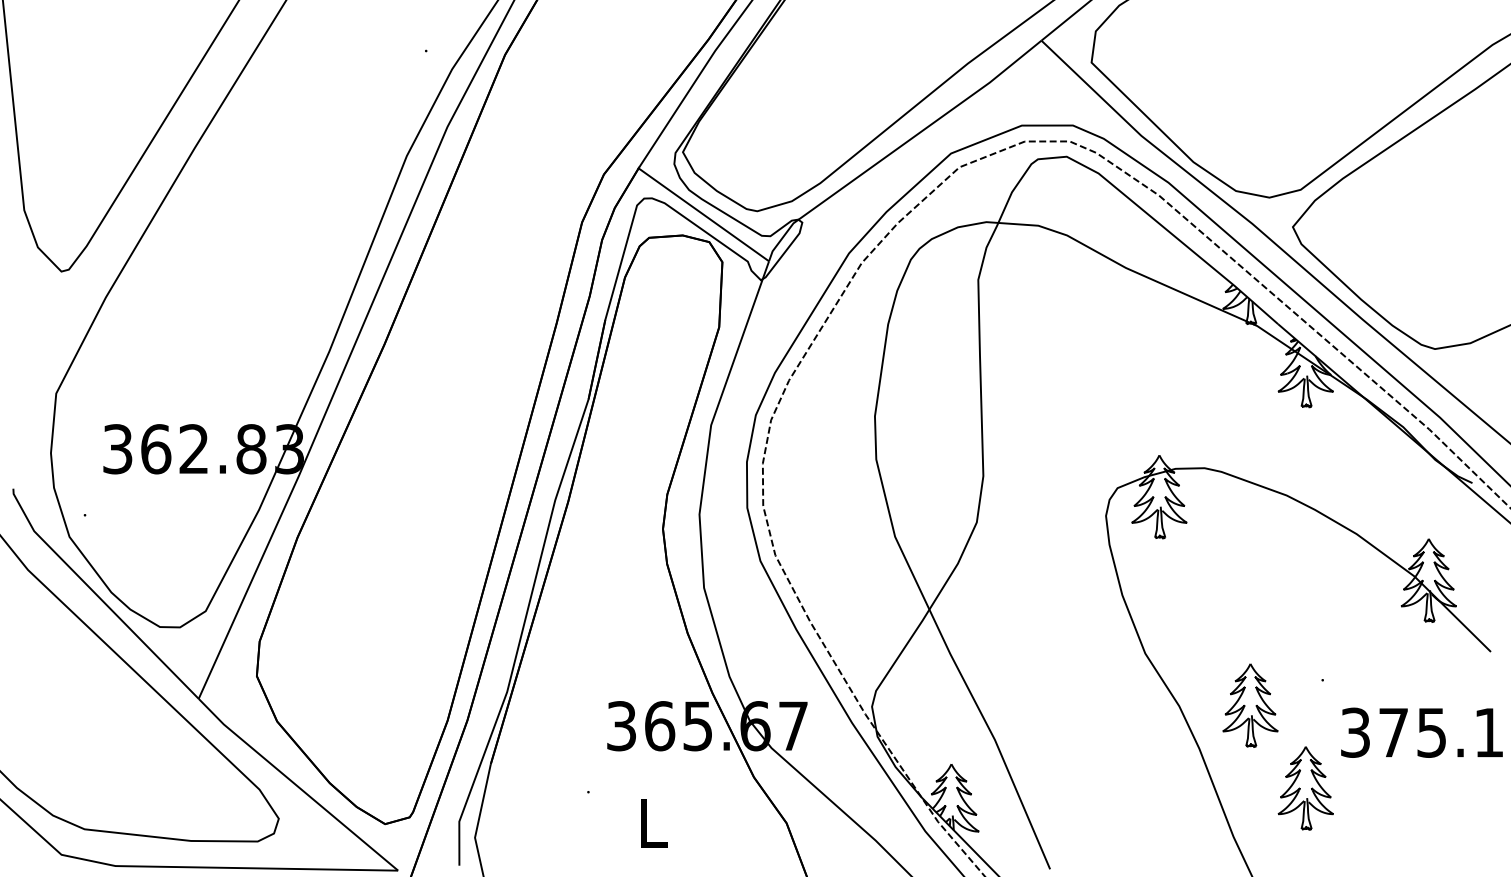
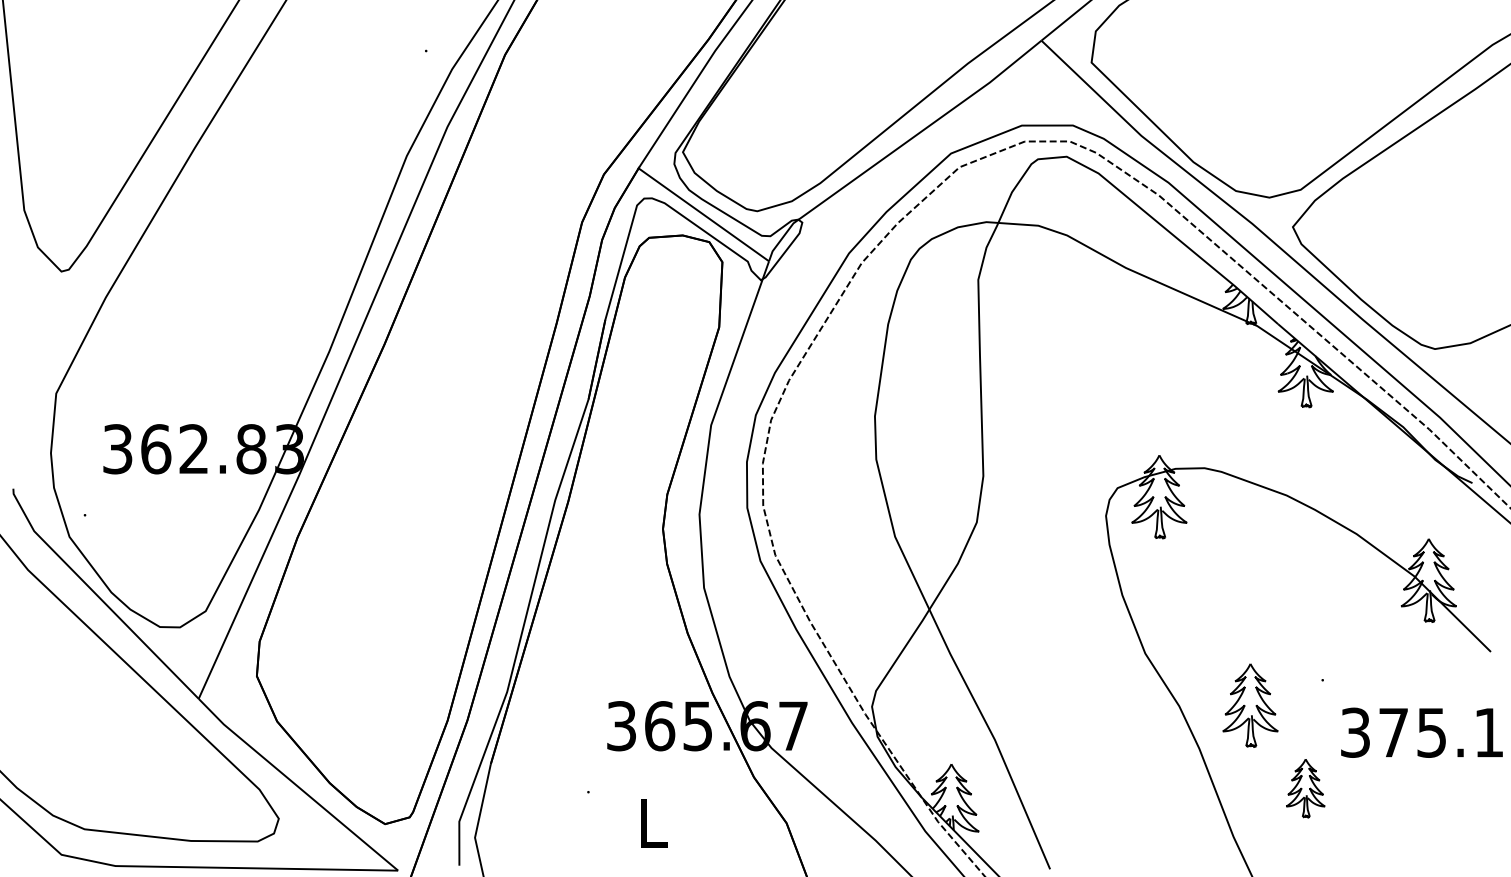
part at (1305, 788) size: 57x85 px -> 40x60 px
